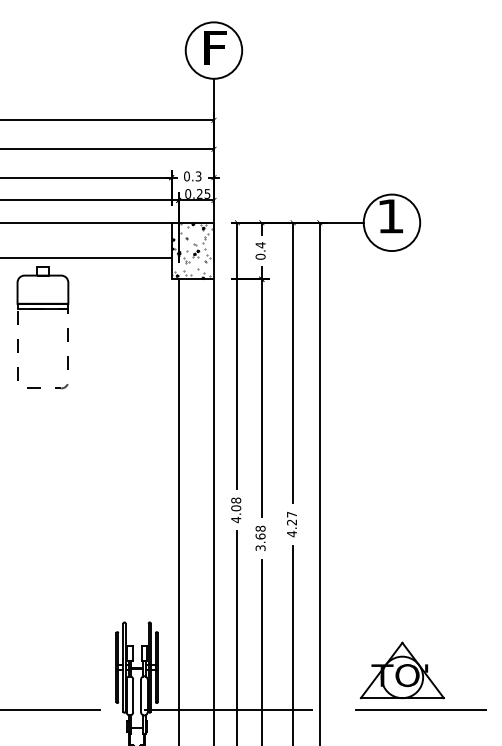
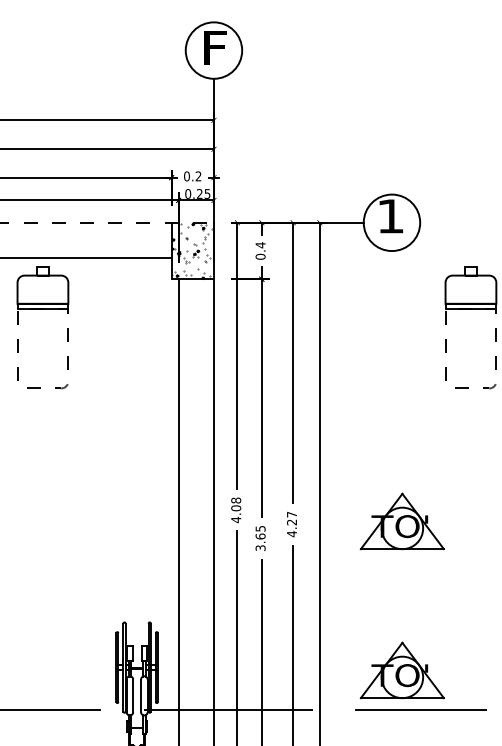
text at (198, 176): 0.3 -> 0.2
line at (106, 222): solid -> dashed
part at (470, 309): none -> present
part at (401, 521): none -> present
text at (260, 528): 3.68 -> 3.65
